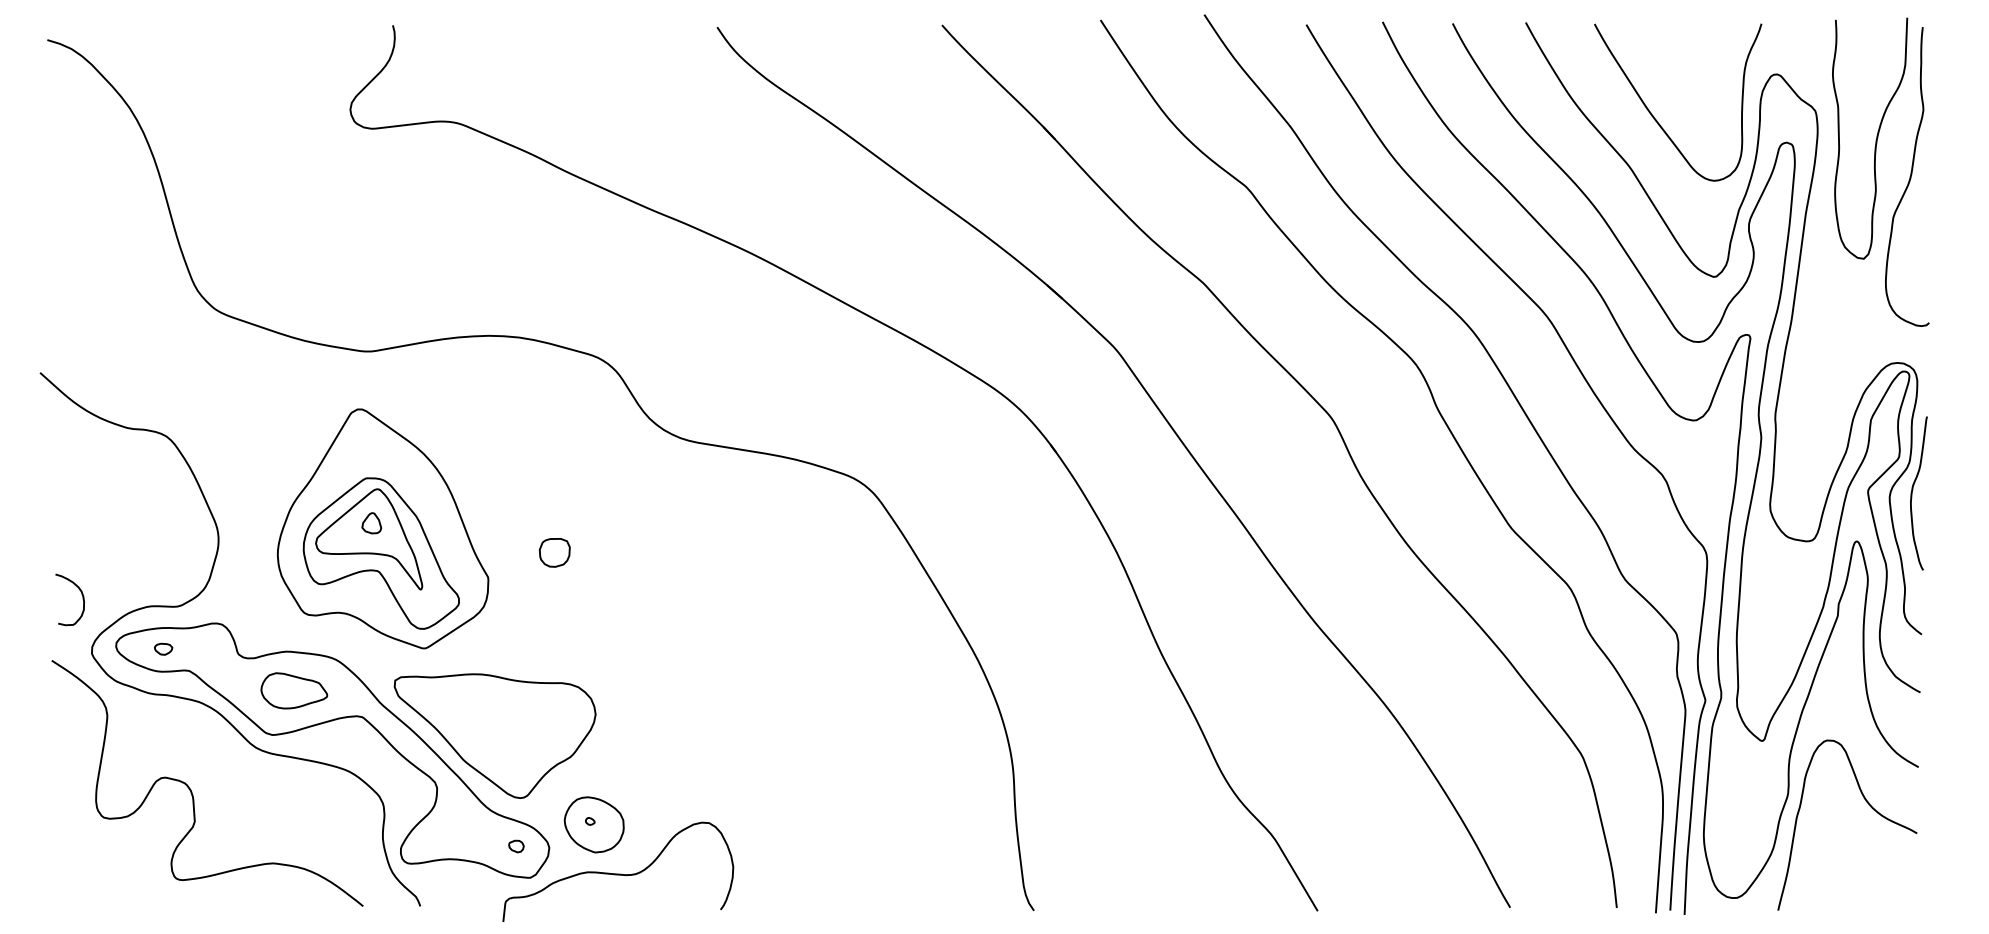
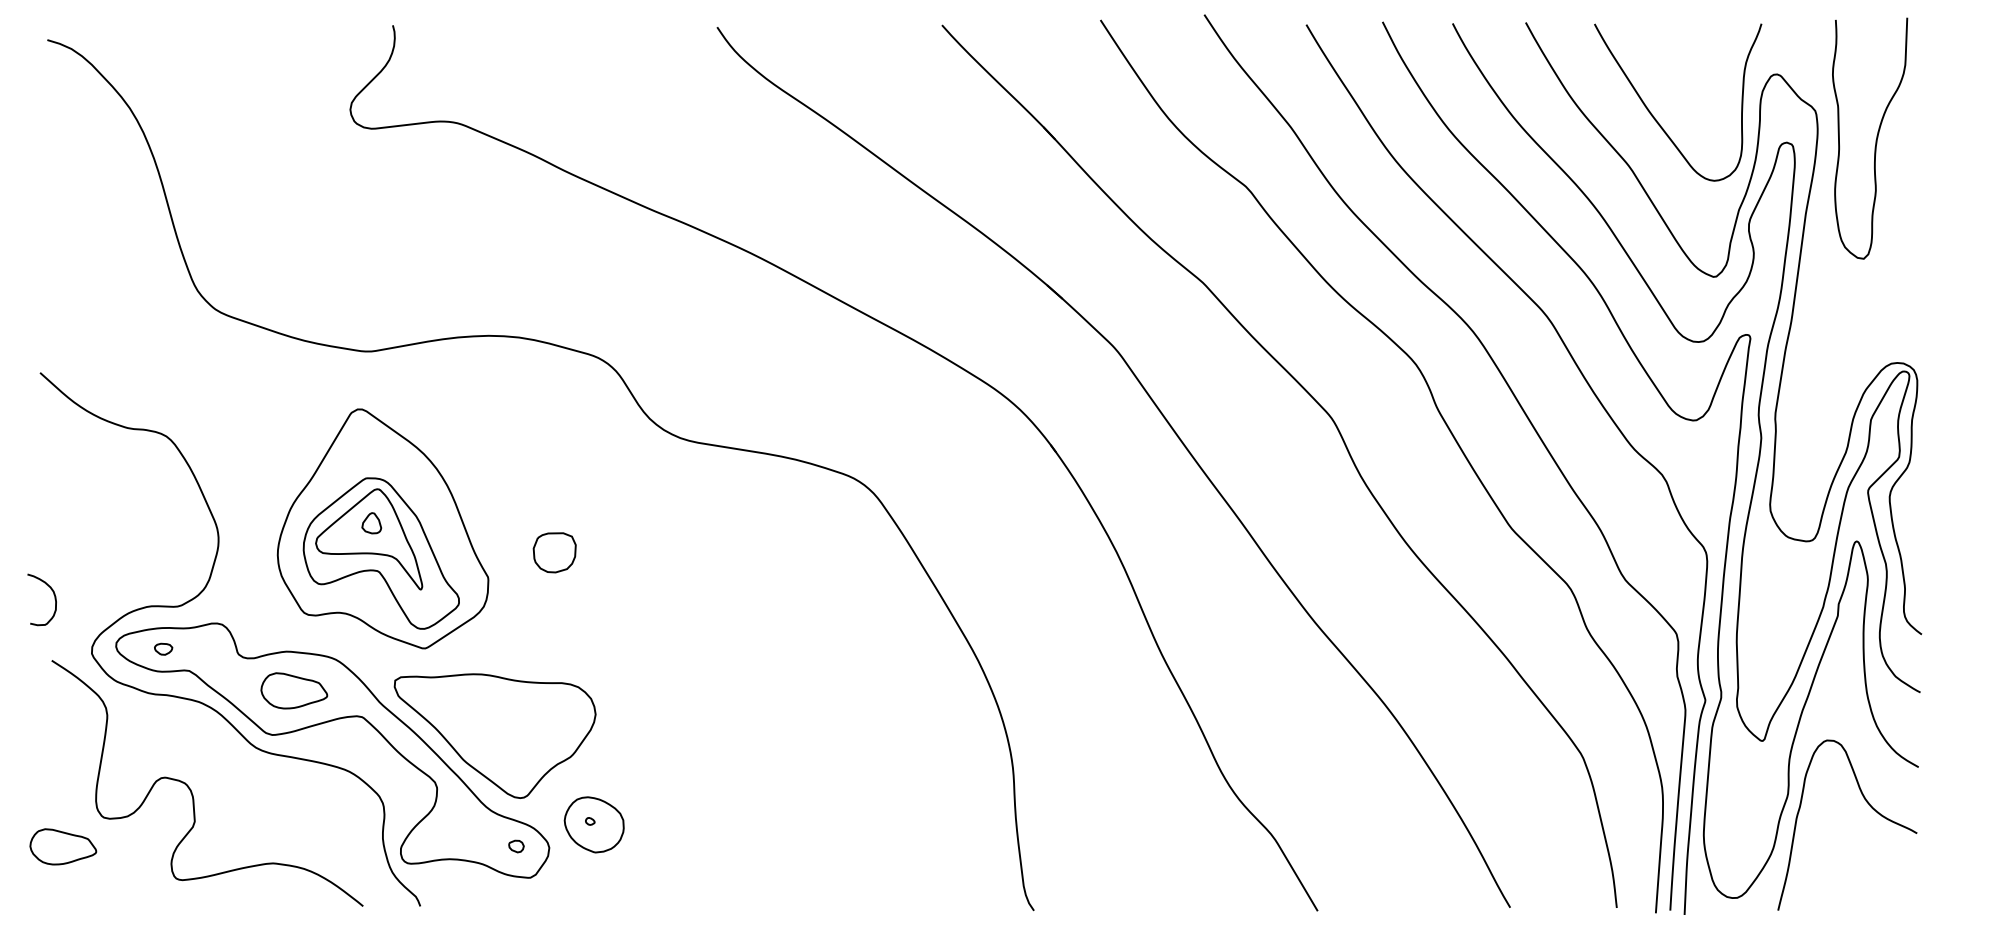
curve at (1909, 176): present -> none
curve at (1913, 490): present -> none
part at (554, 552) size: 32x30 px -> 45x42 px
curve at (81, 594) position: (81, 594) -> (53, 594)
part at (63, 846): none -> present
curve at (618, 873): present -> none
